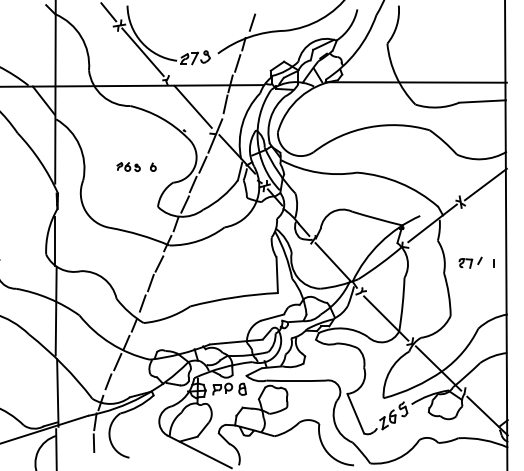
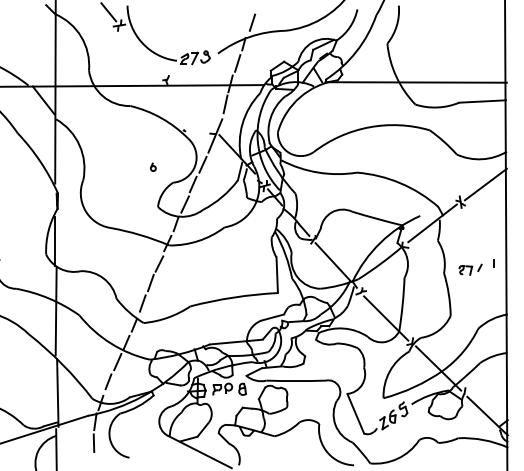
line at (142, 52): present -> none
line at (192, 106): present -> none
part at (128, 166): present -> none
part at (470, 262) position: (470, 262) -> (470, 269)
